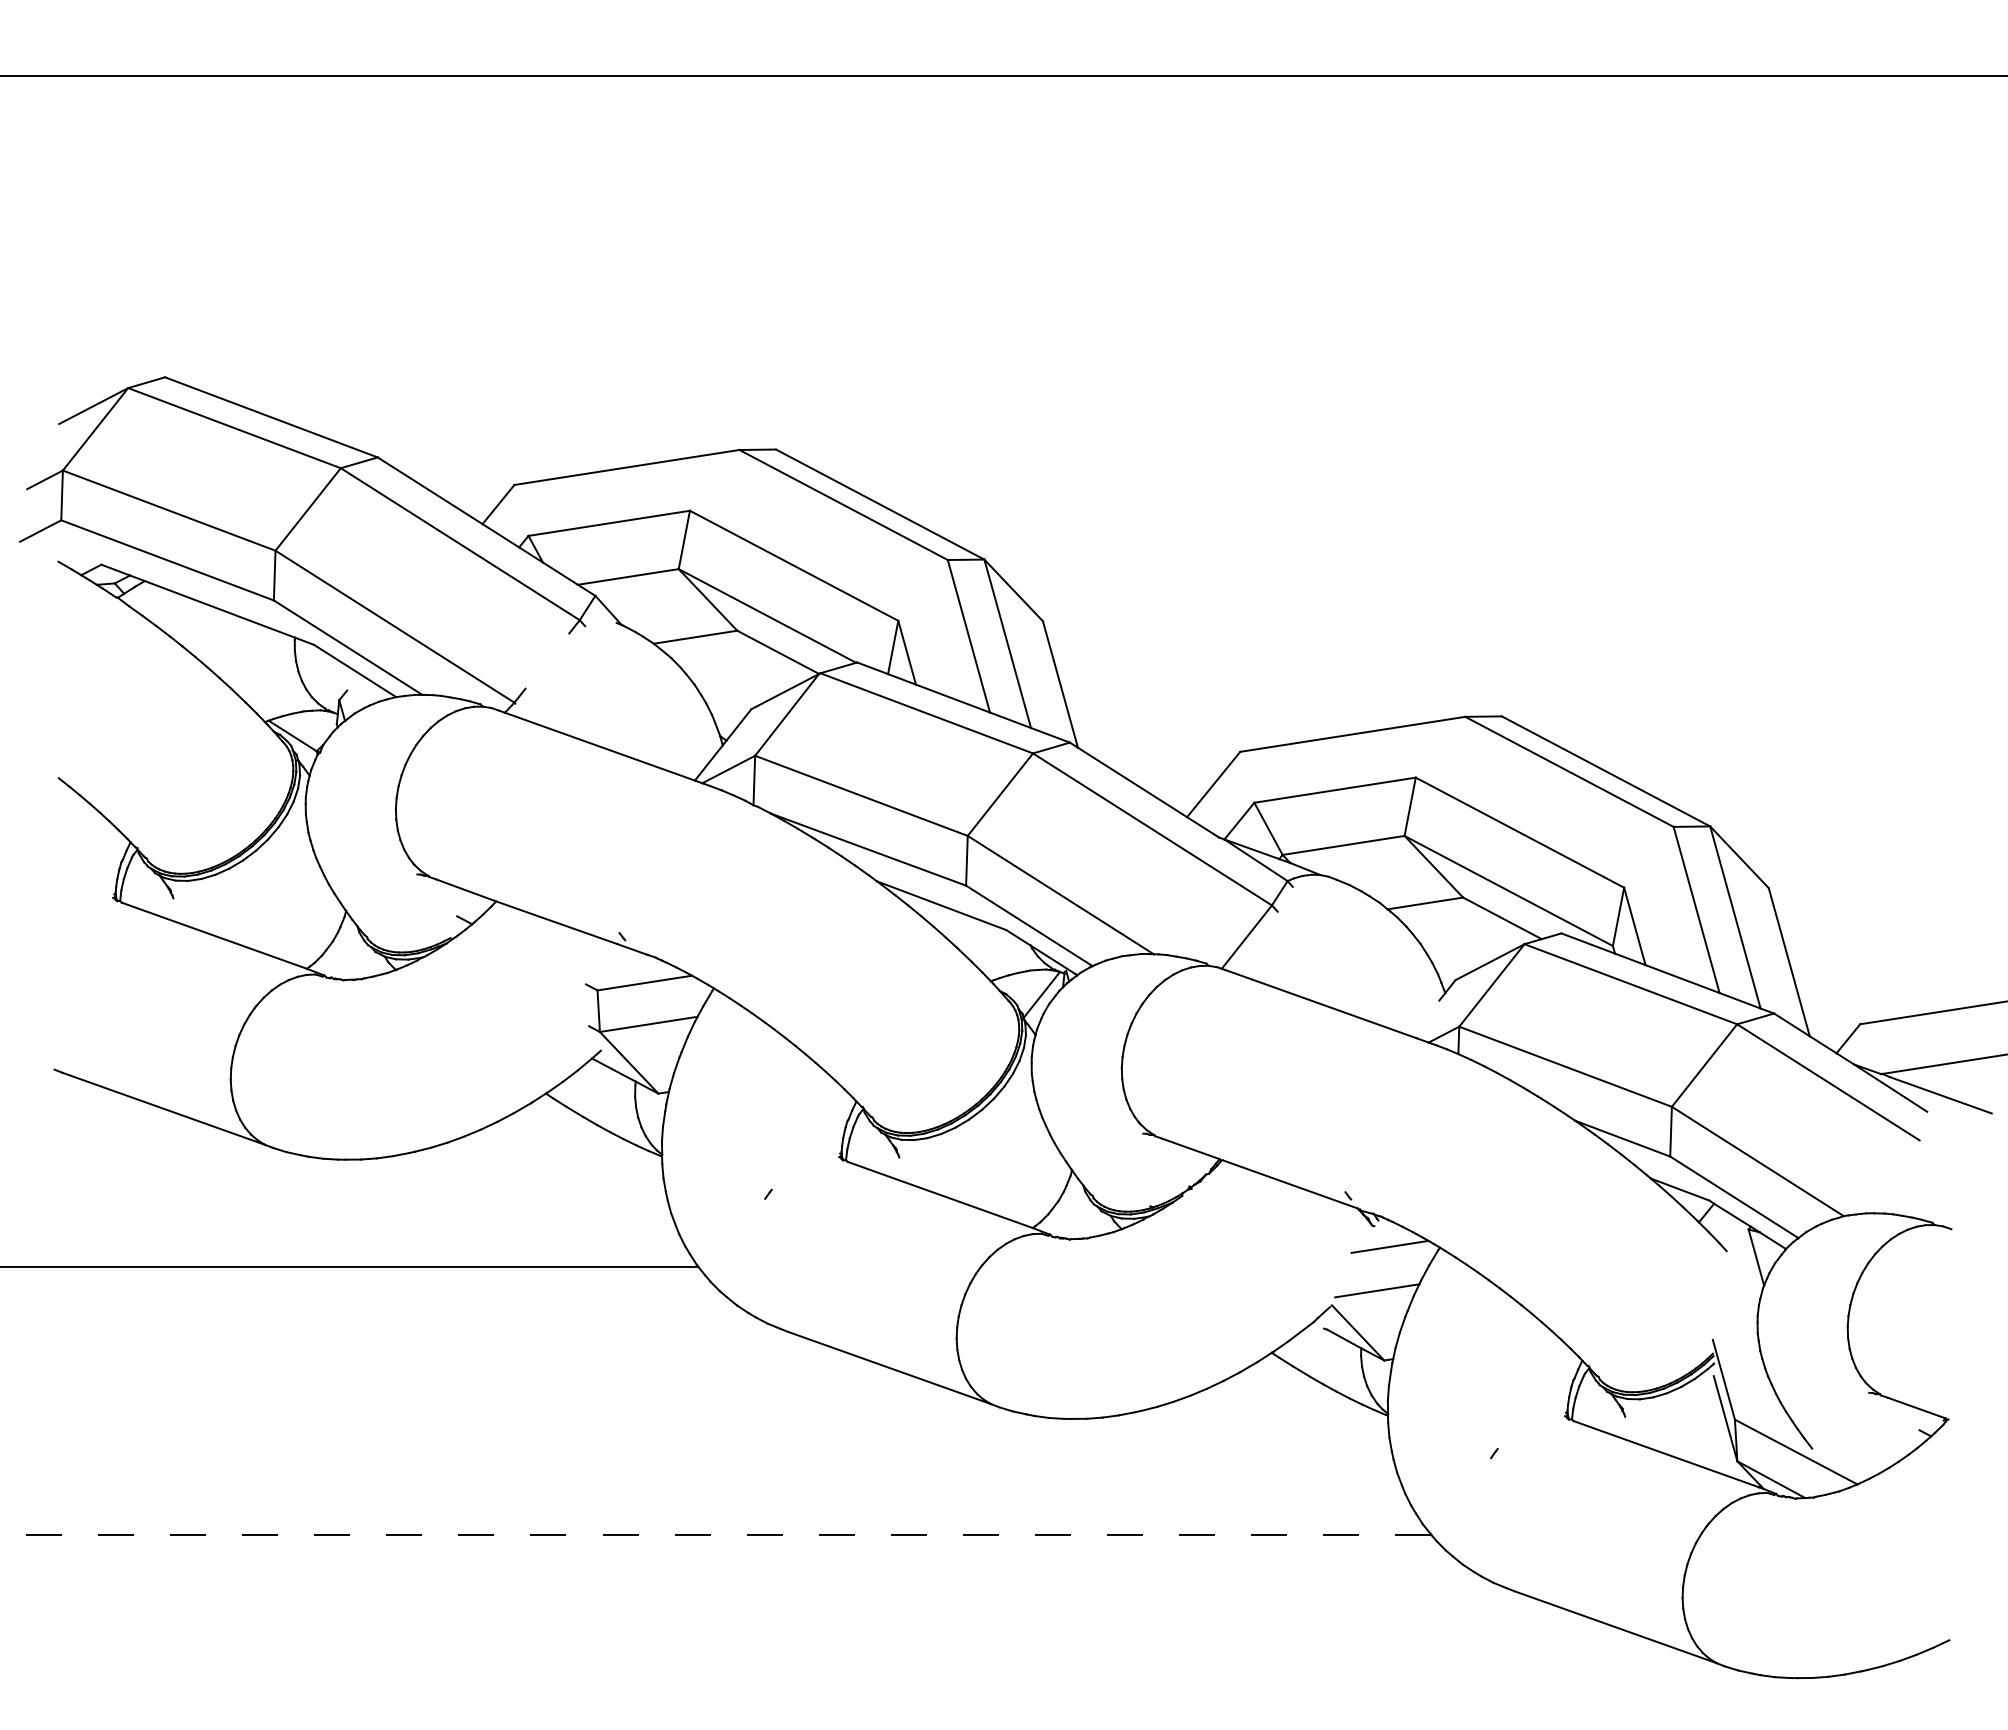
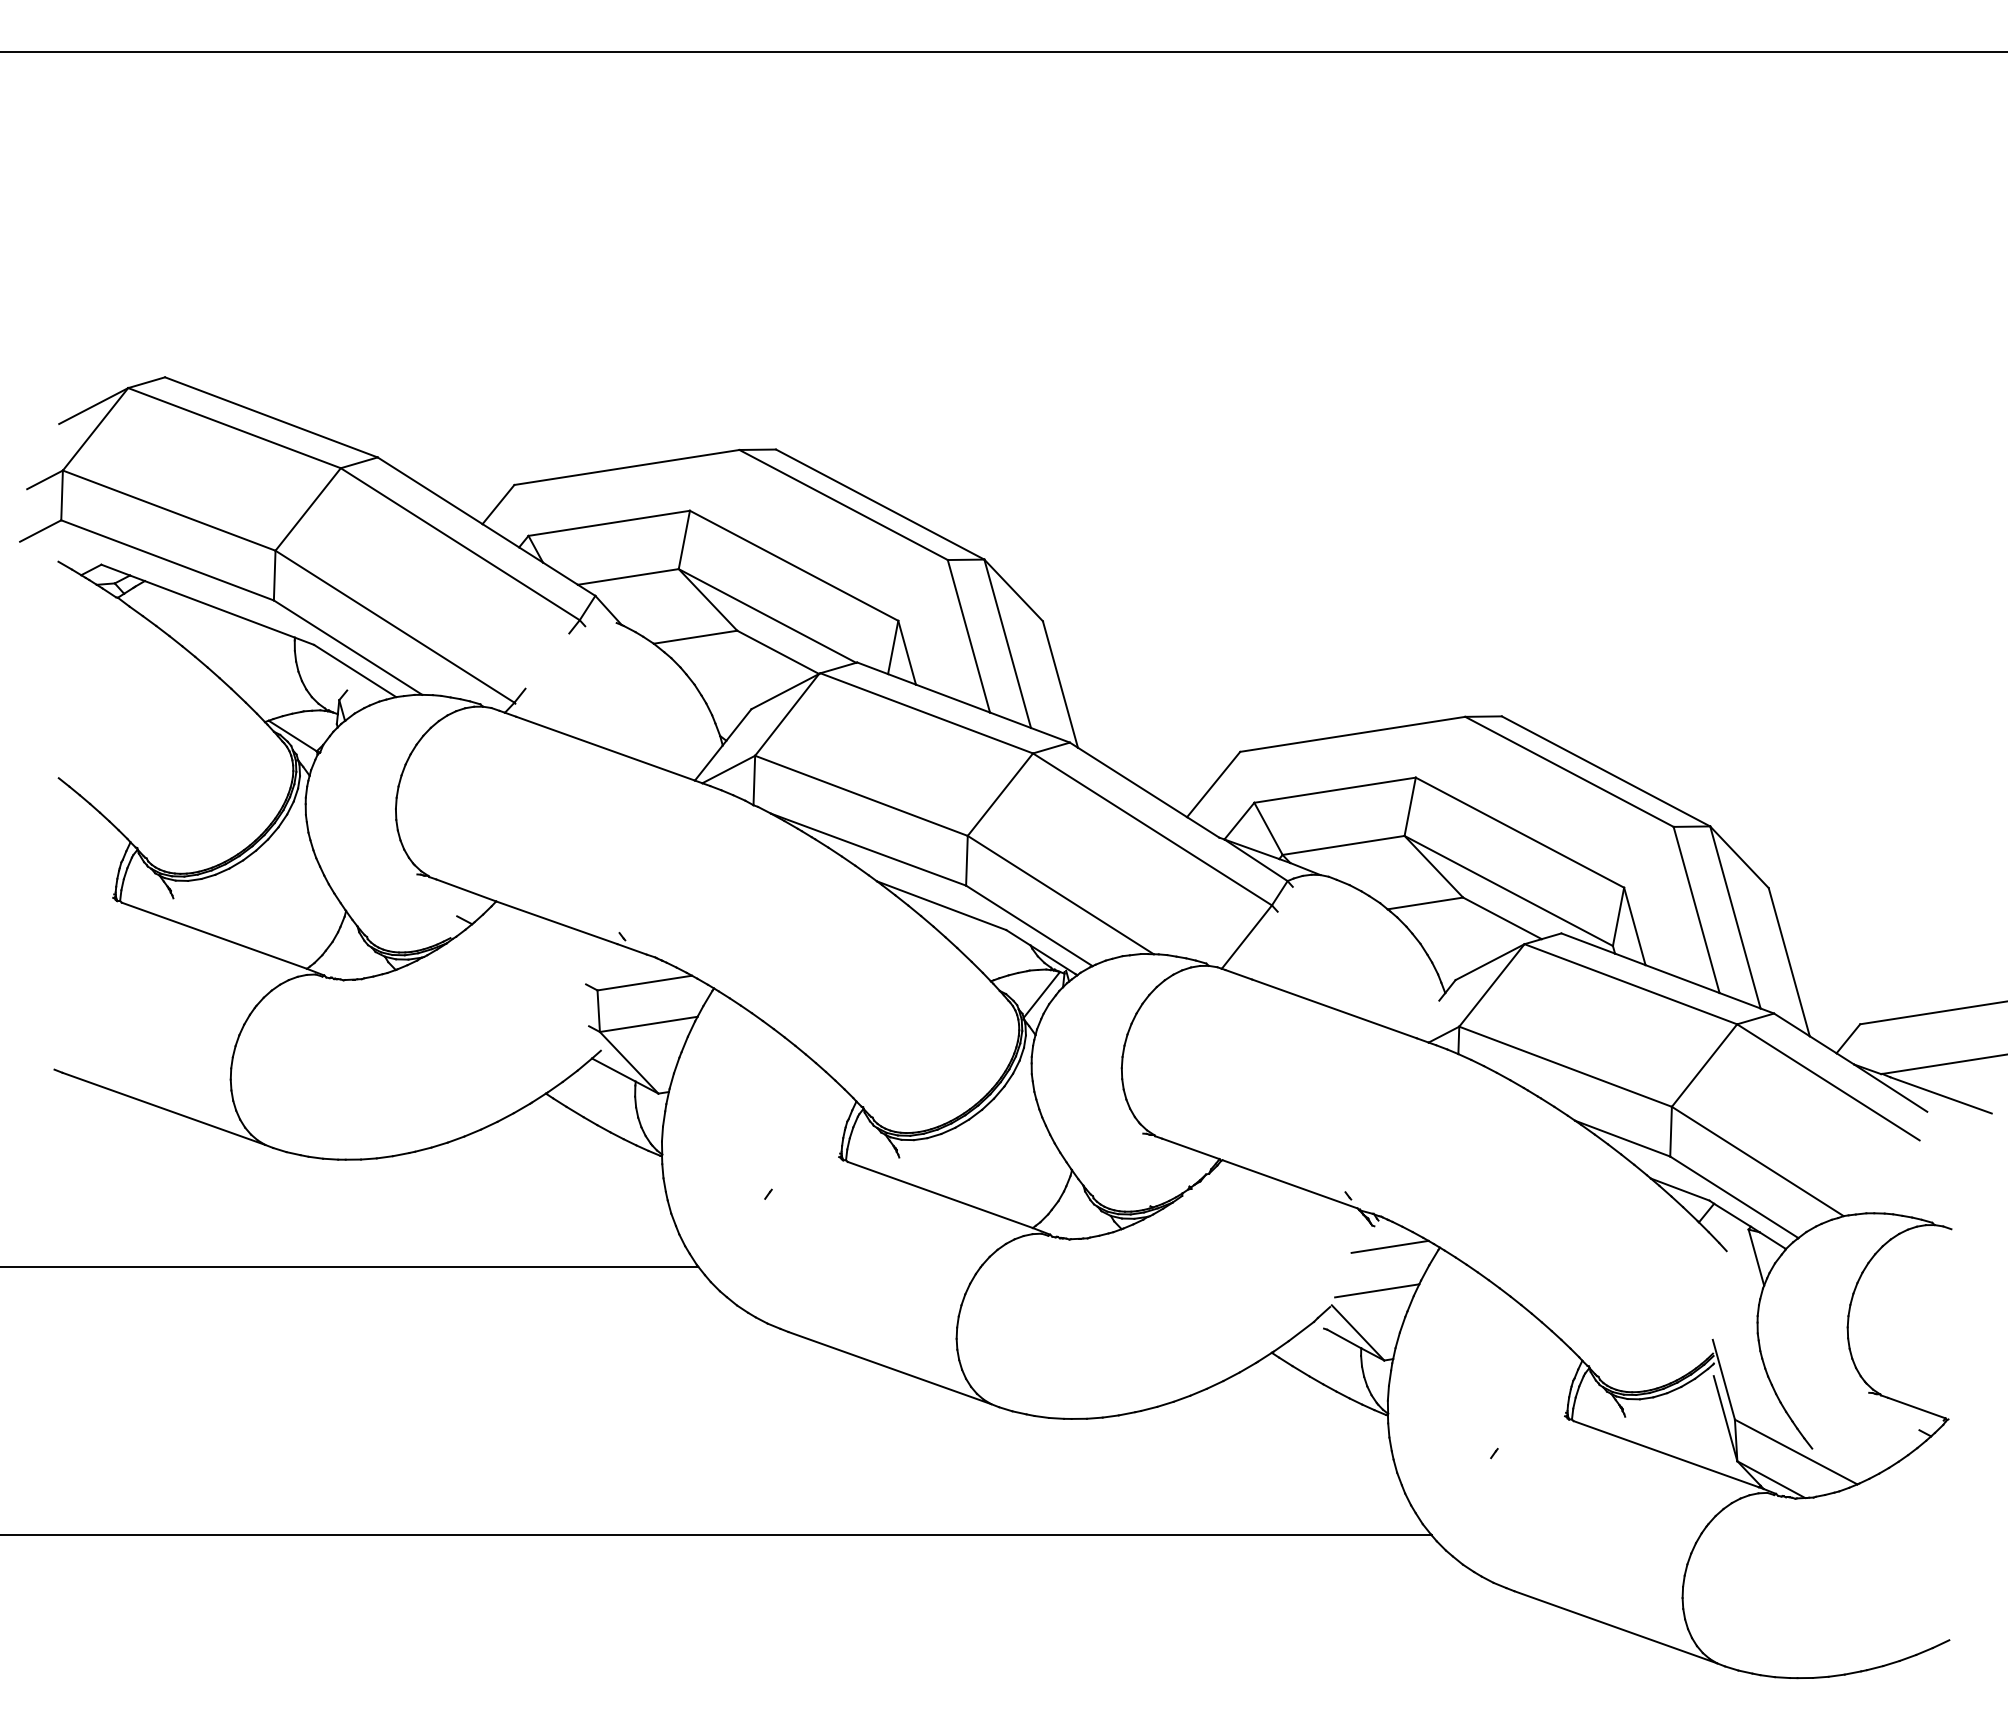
line at (1003, 75) position: (1003, 75) -> (1003, 51)
line at (715, 1535): dashed -> solid
